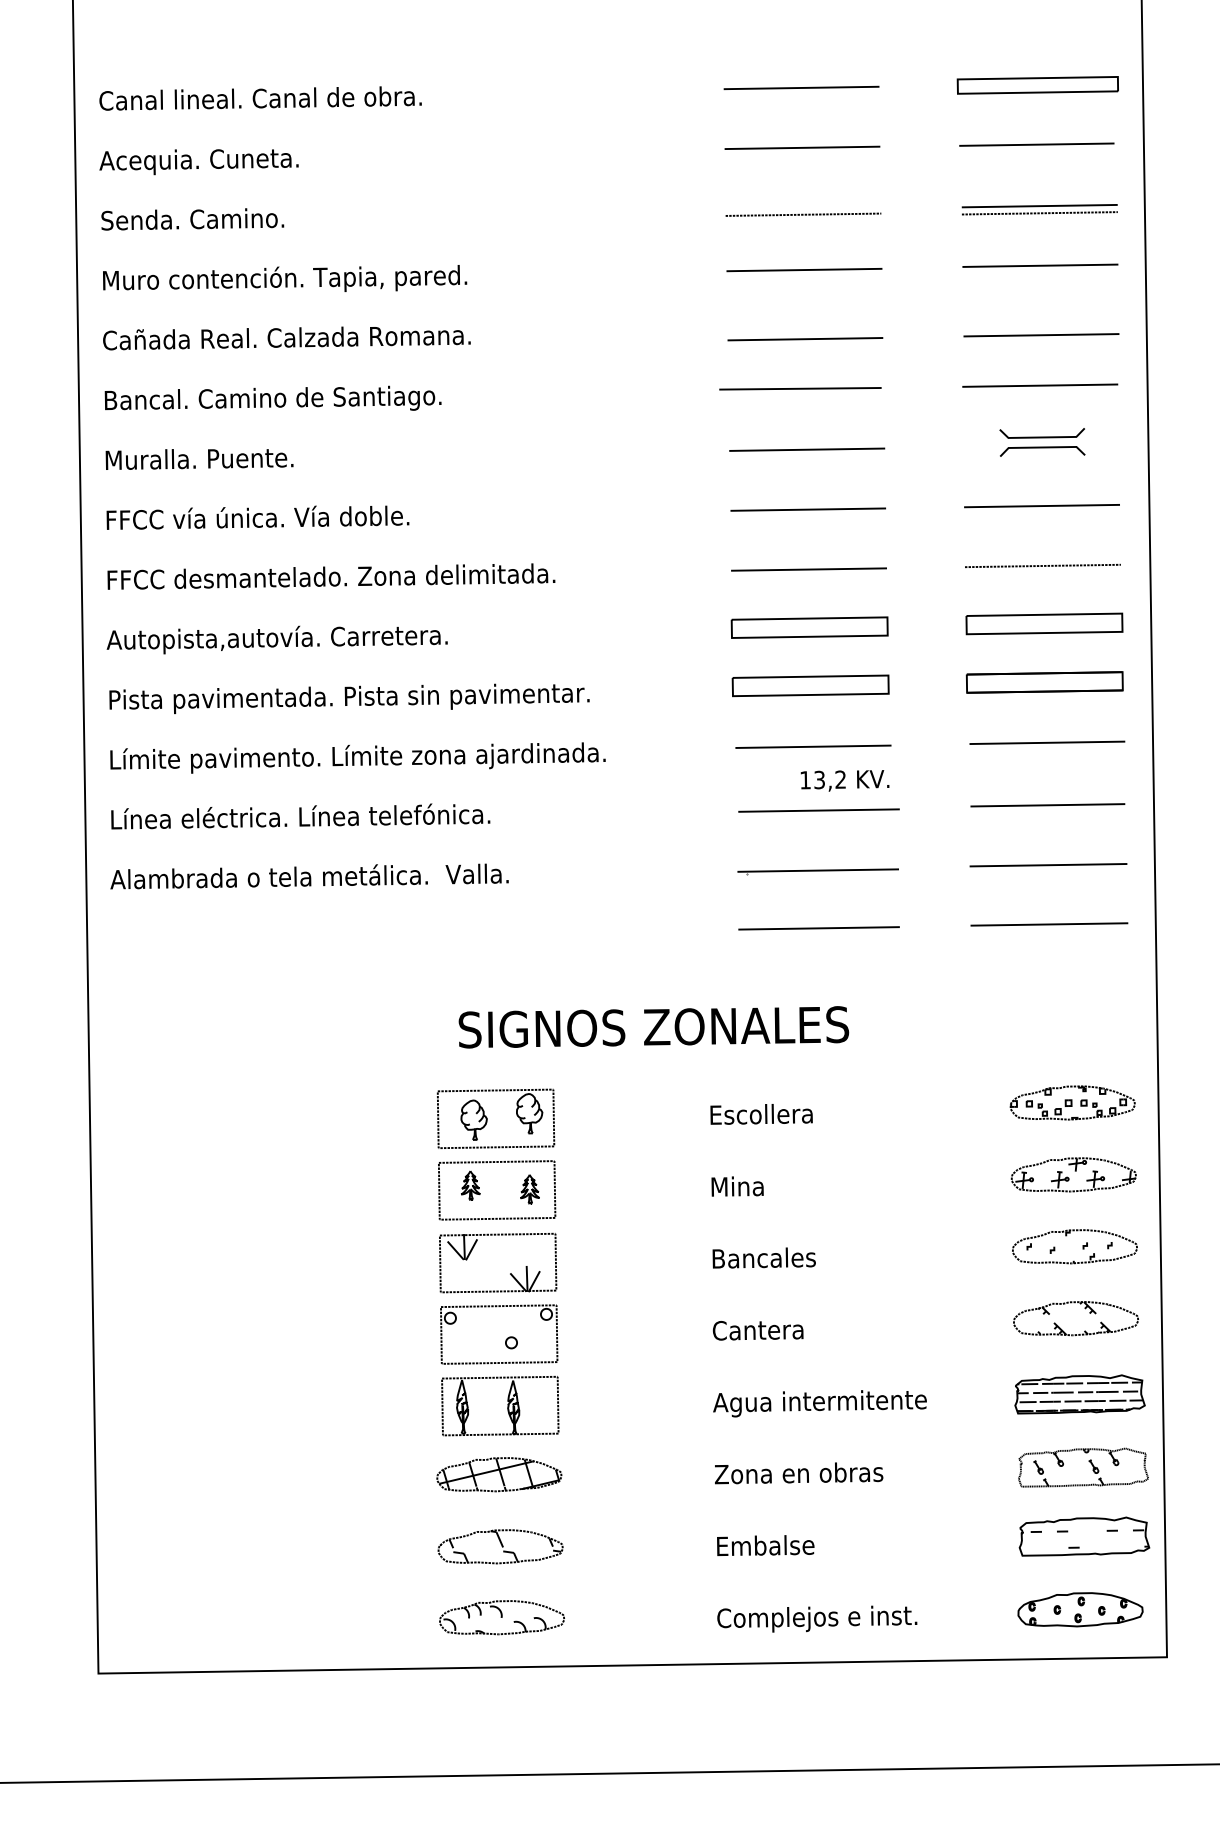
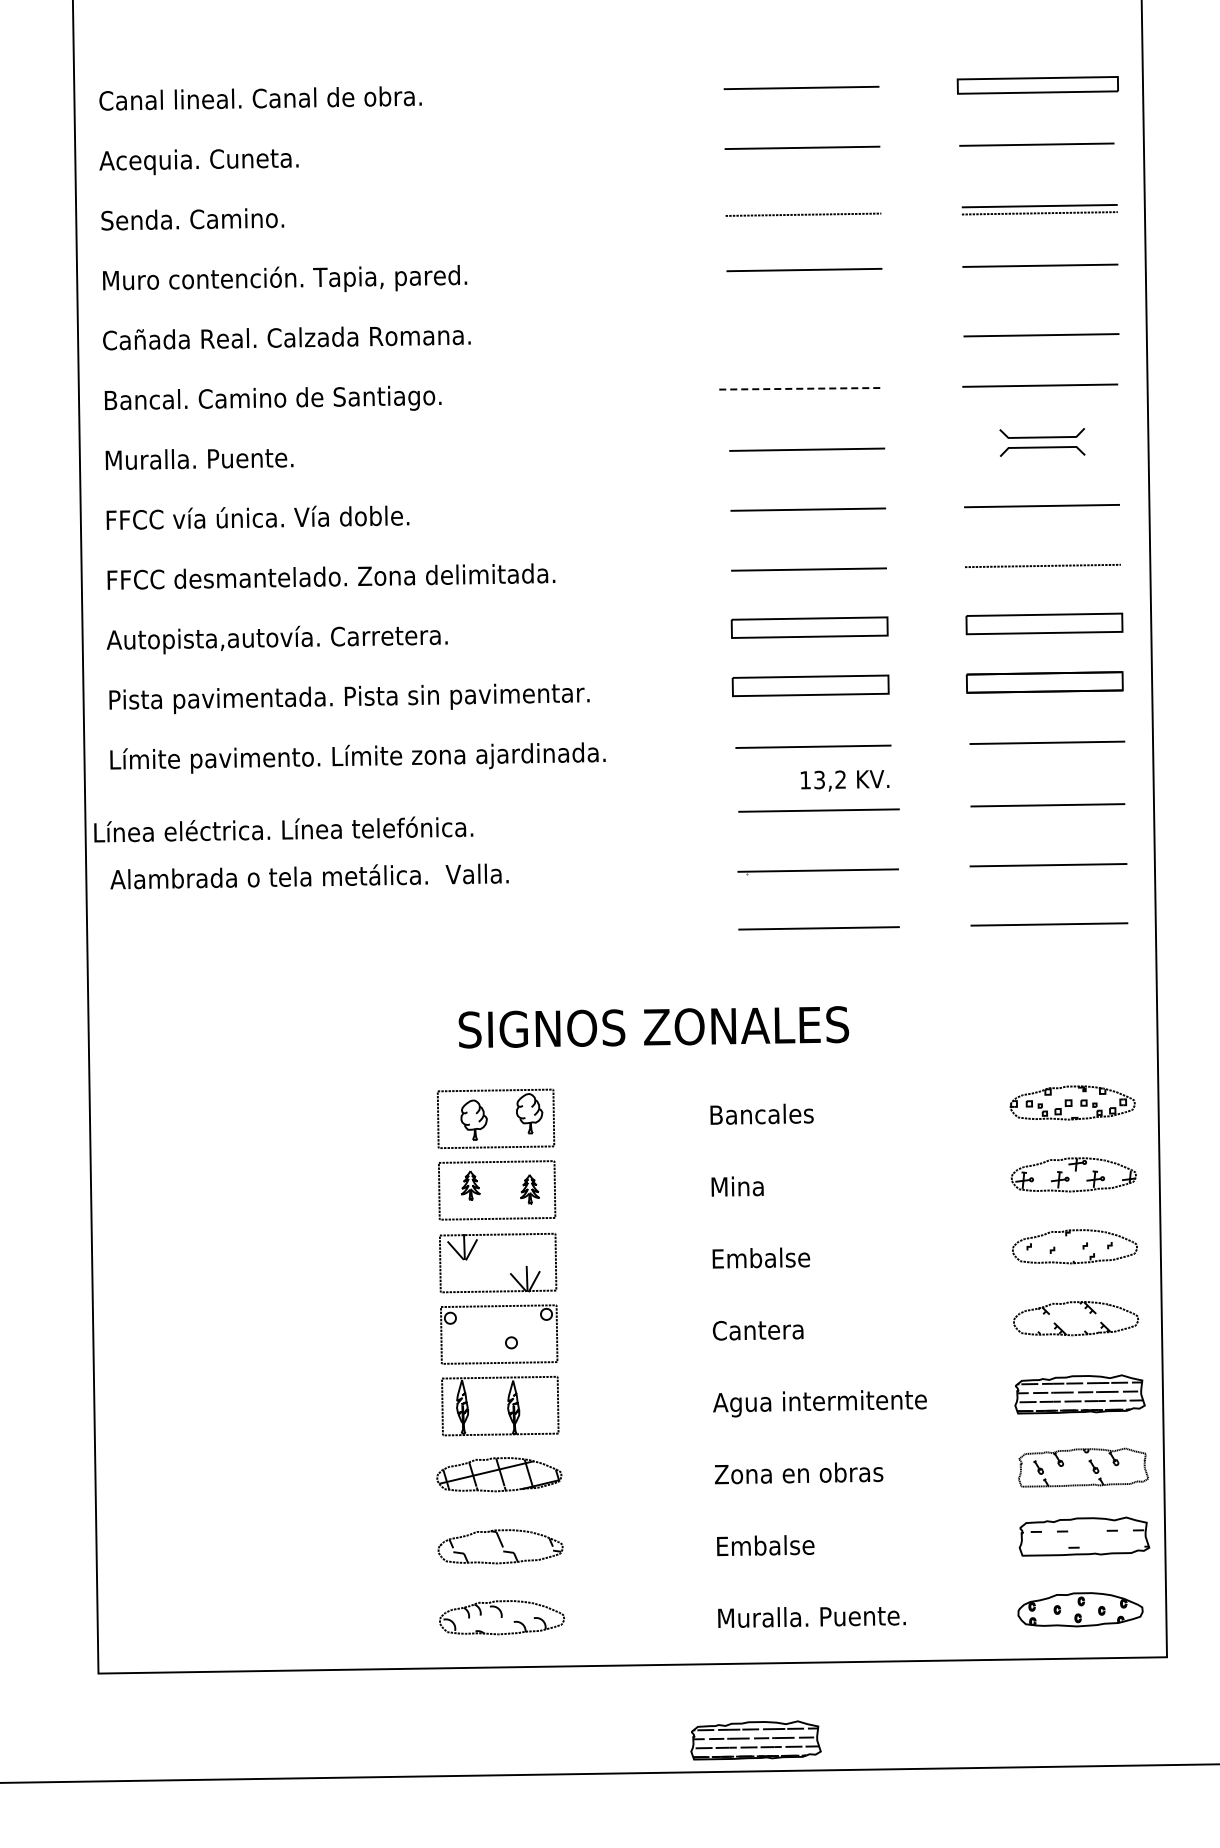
line at (805, 339): present -> none
line at (800, 388): solid -> dashed
text at (300, 816) position: (300, 816) -> (283, 829)
text at (765, 1113): Escollera -> Bancales
text at (767, 1257): Bancales -> Embalse
text at (817, 1618): Complejos e inst. -> Muralla. Puente.
part at (755, 1740): none -> present
